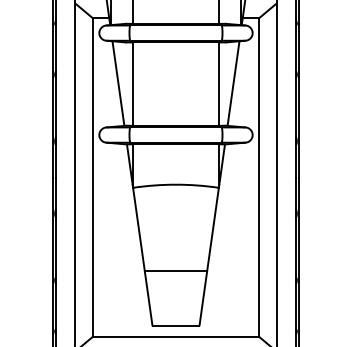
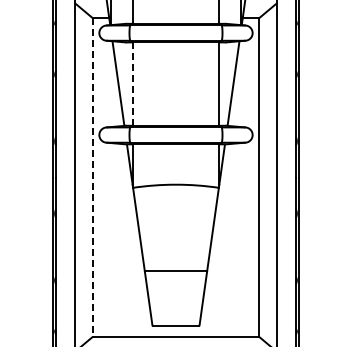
line at (132, 84): solid -> dashed
line at (92, 177): solid -> dashed
